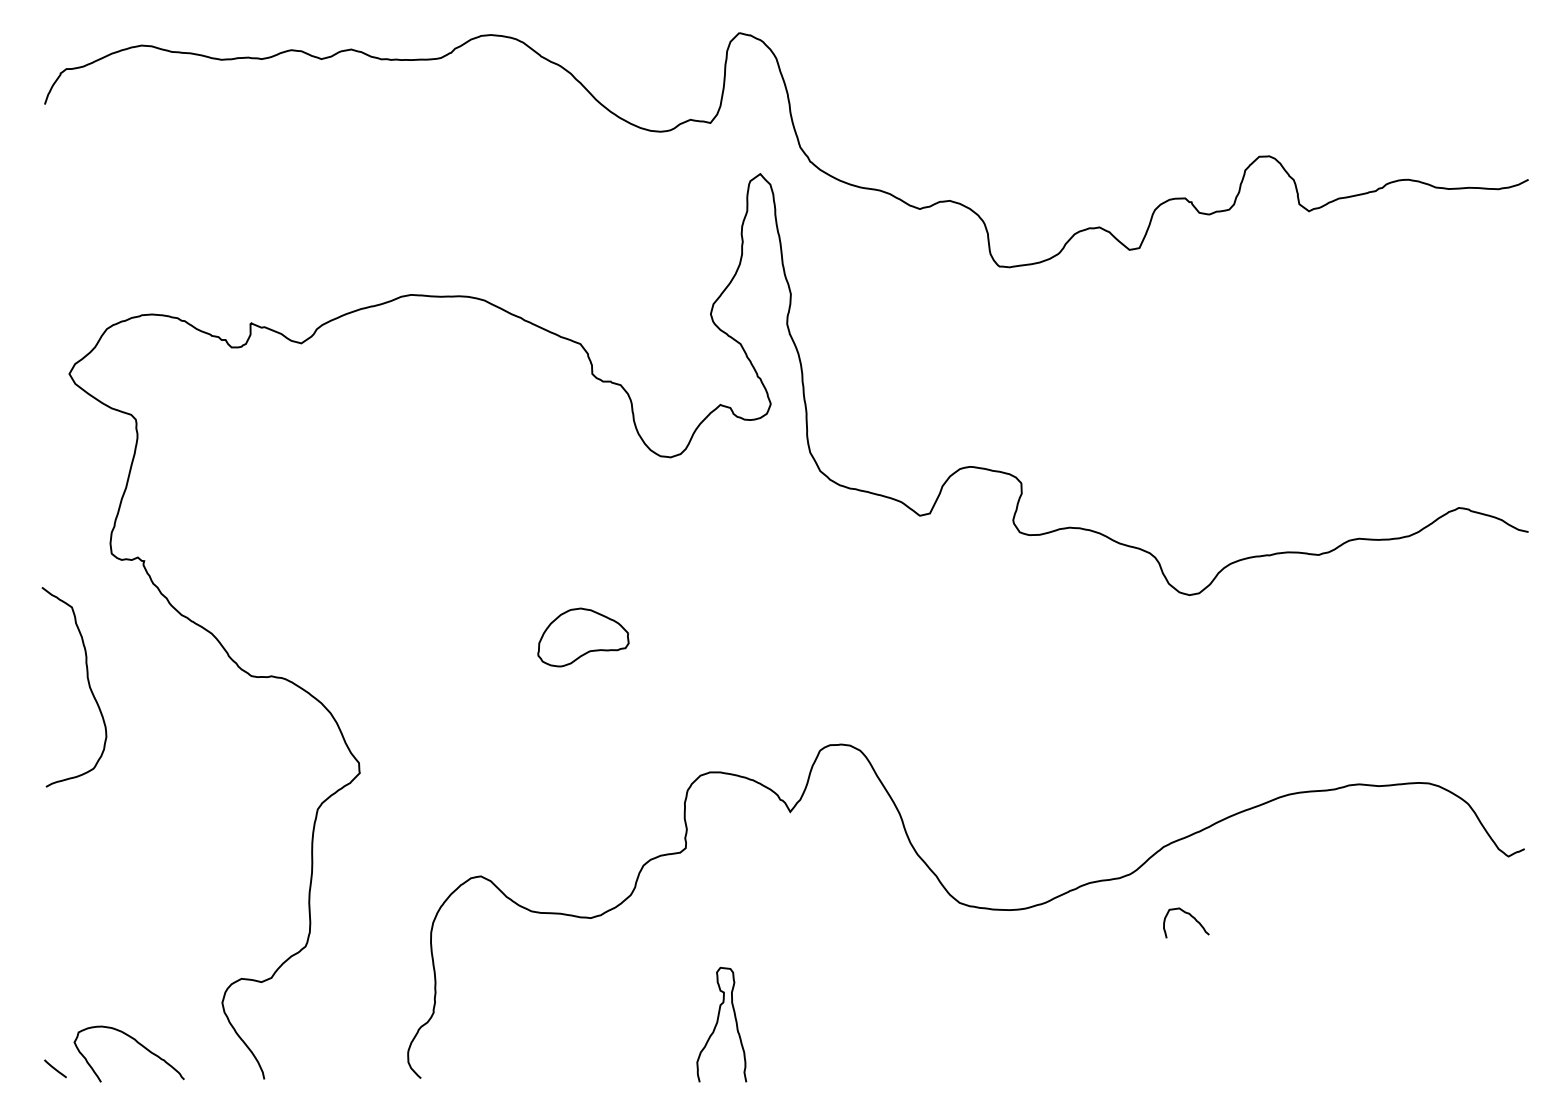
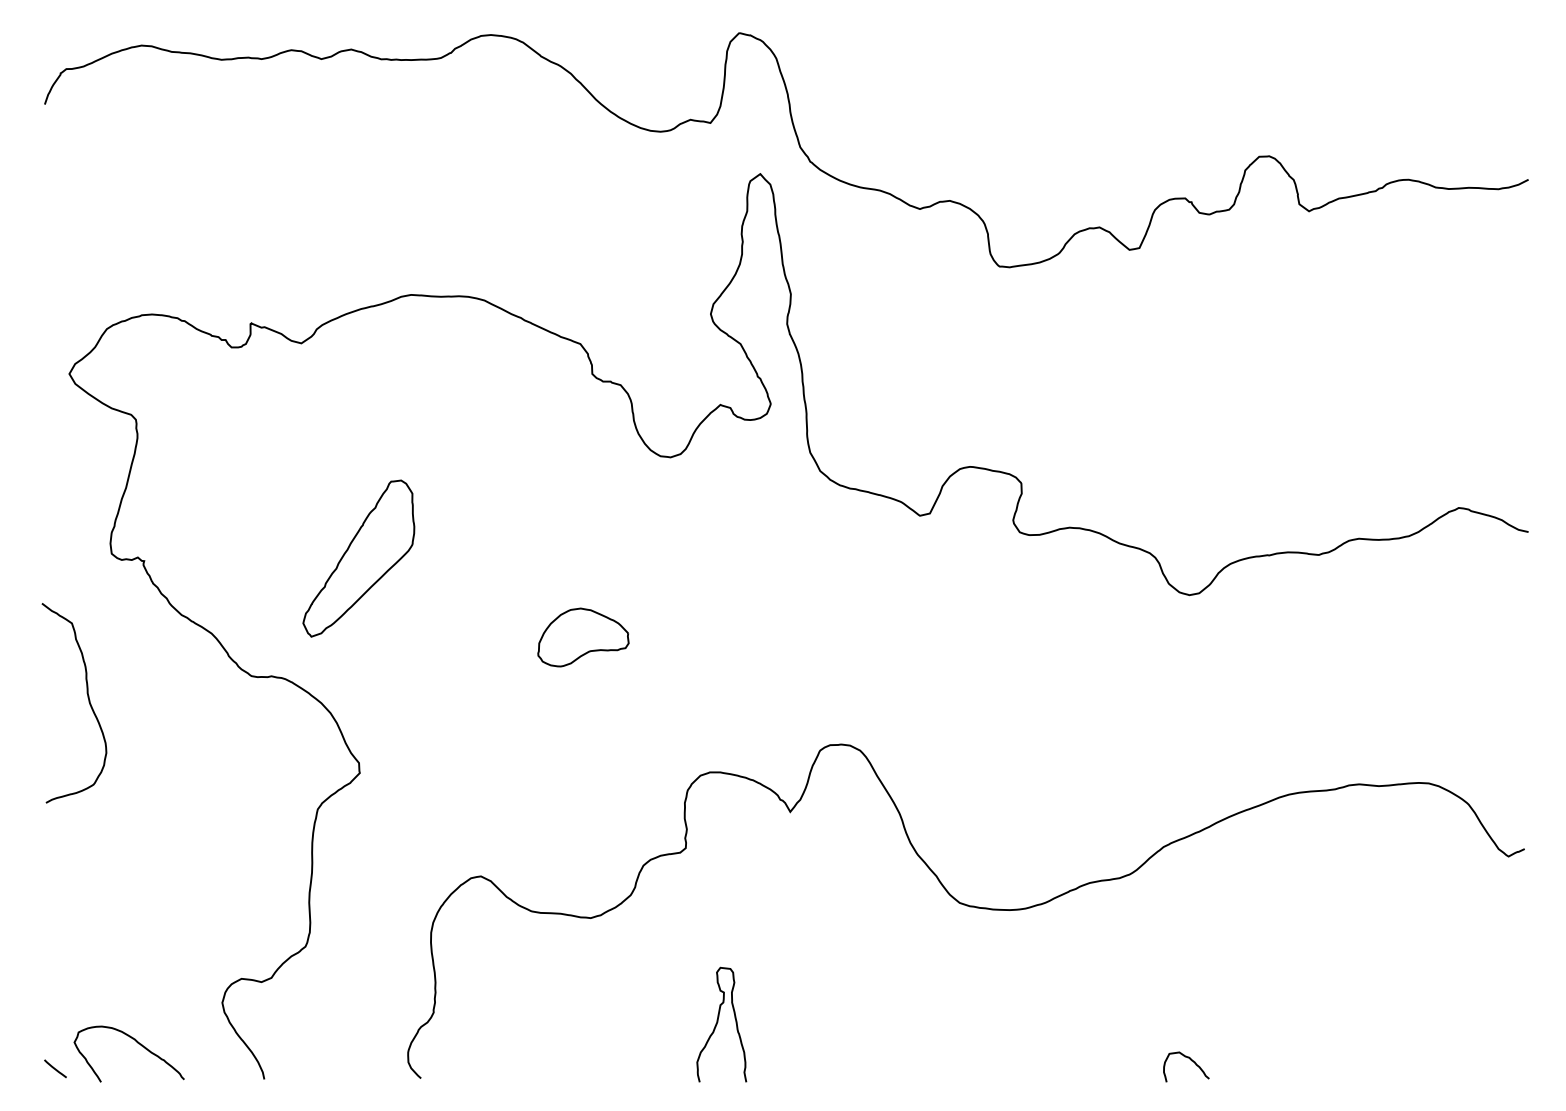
part at (358, 558): none -> present
curve at (88, 686) position: (88, 686) -> (88, 702)
curve at (1191, 917) position: (1191, 917) -> (1191, 1061)
